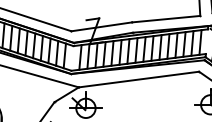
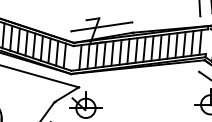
line at (166, 18): present -> none
line at (36, 19): present -> none
line at (138, 79): present -> none
